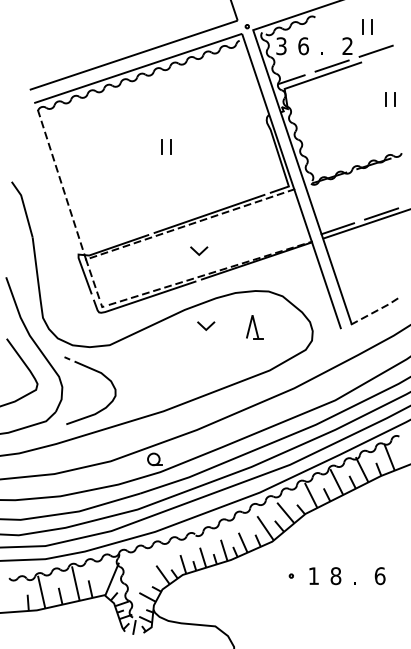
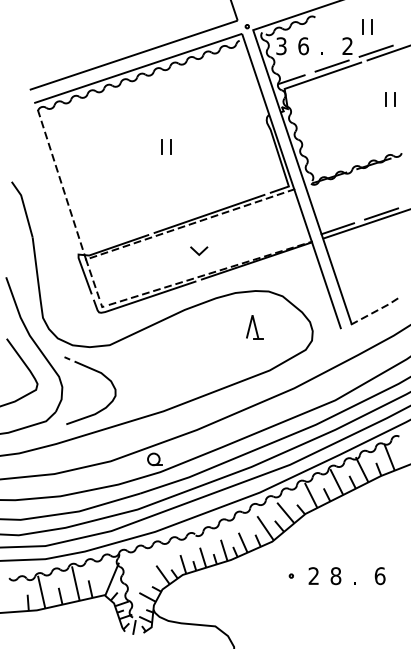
line at (387, 53): none -> present
line at (208, 326): present -> none
text at (313, 575): 1 -> 2
